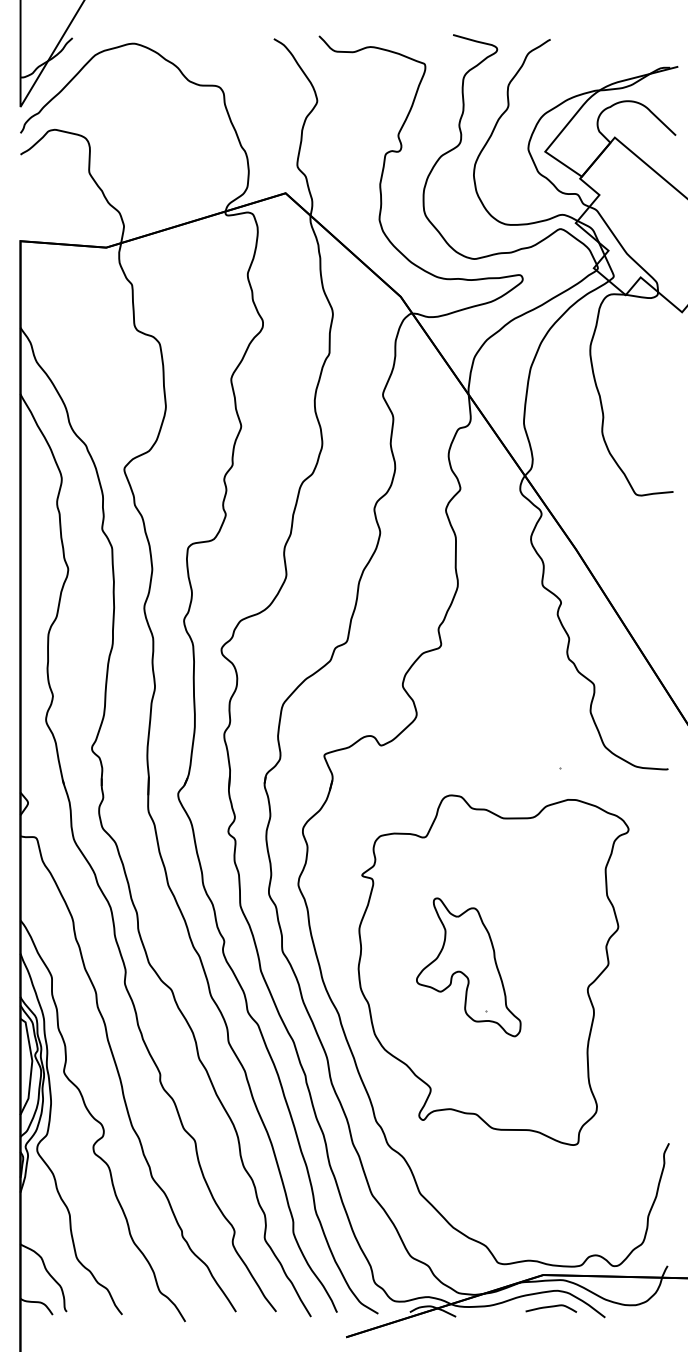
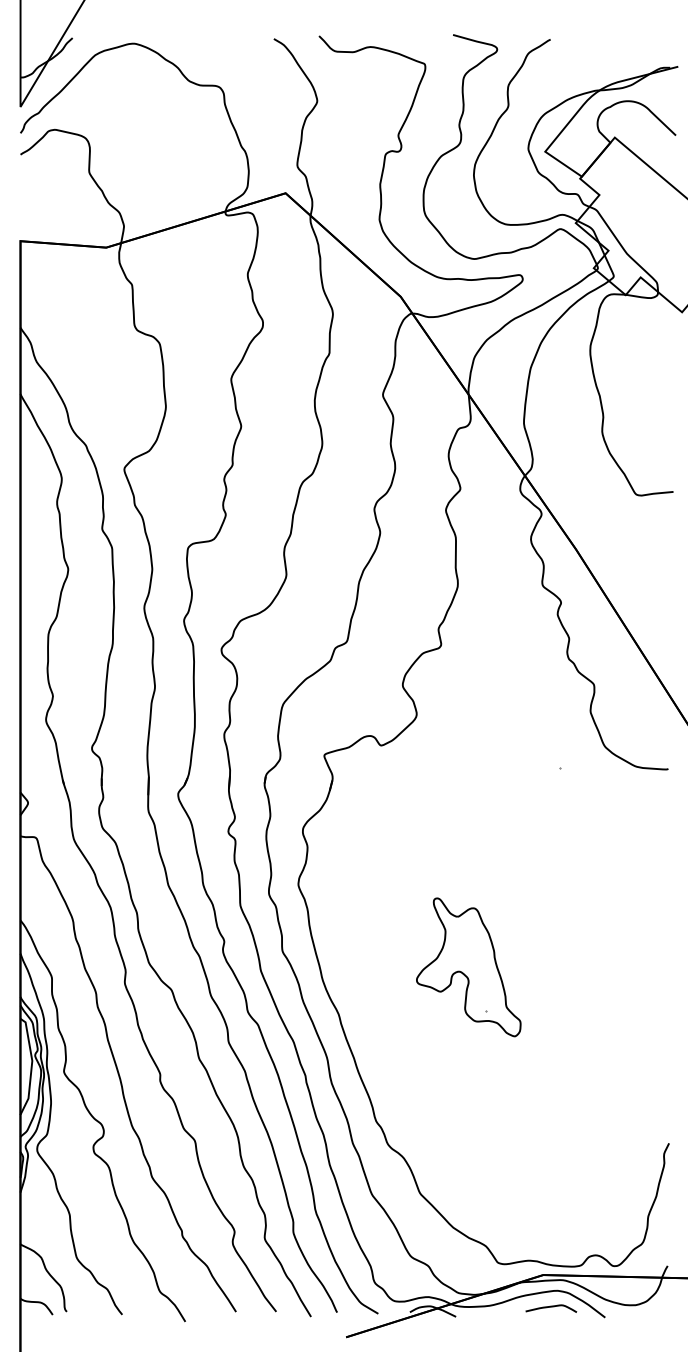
part at (493, 969): present -> none
